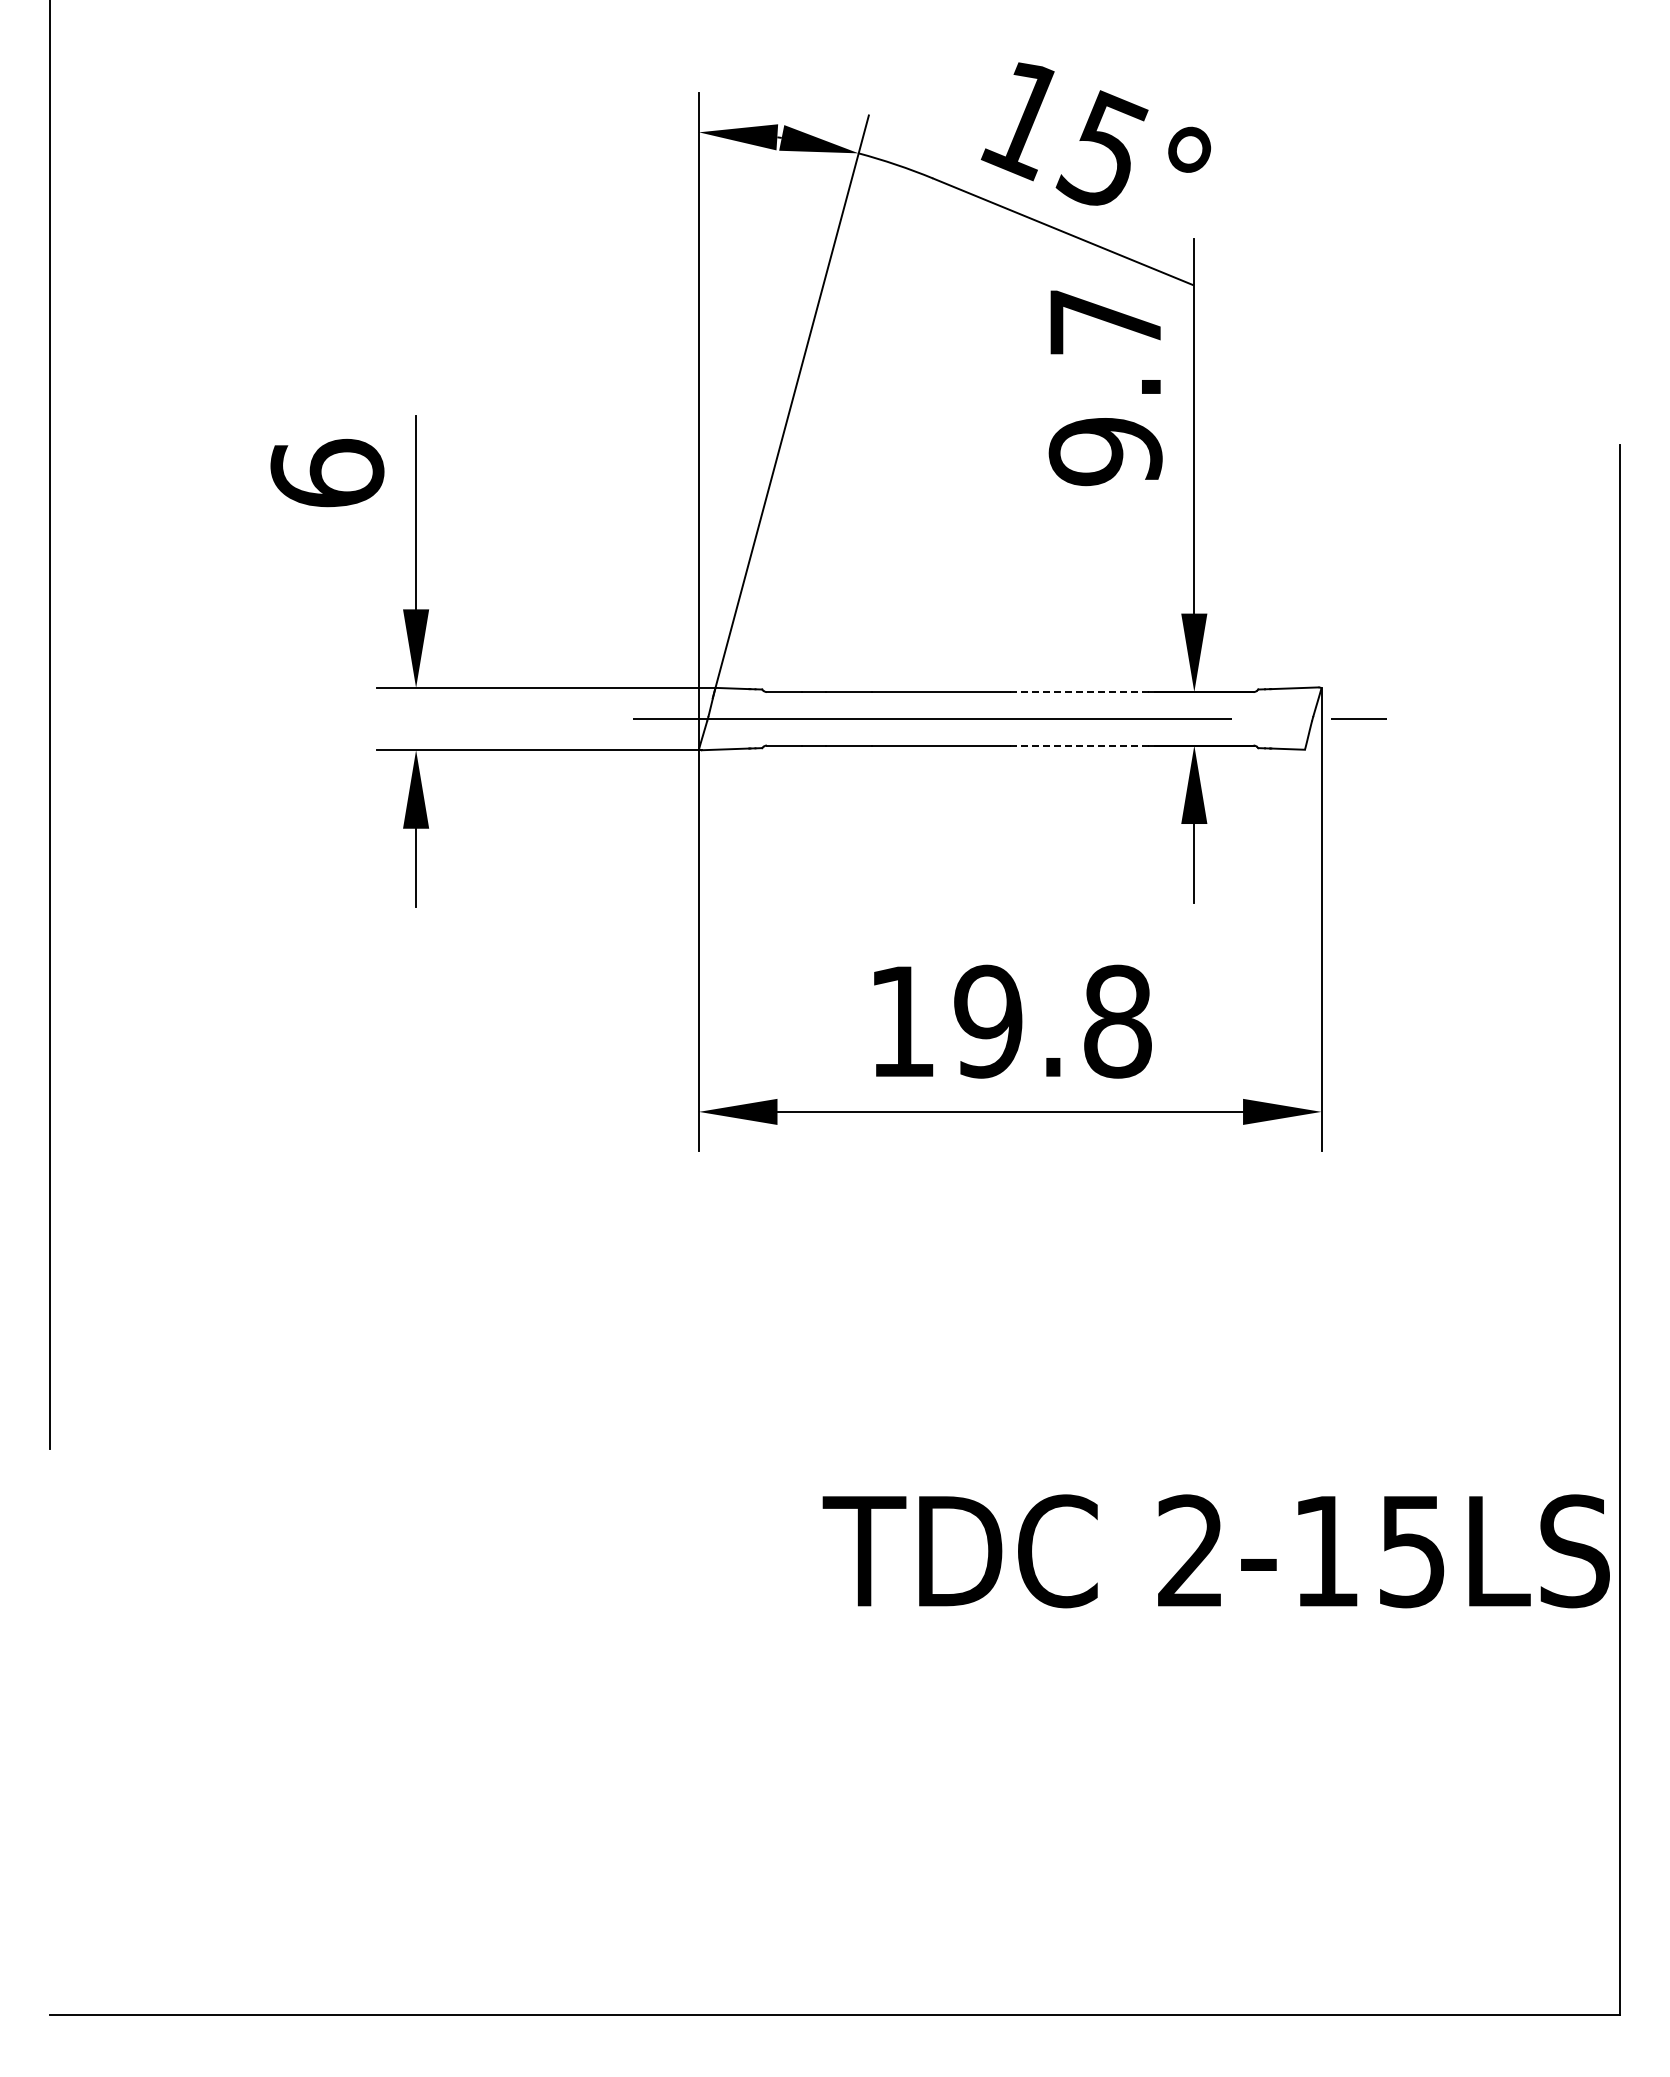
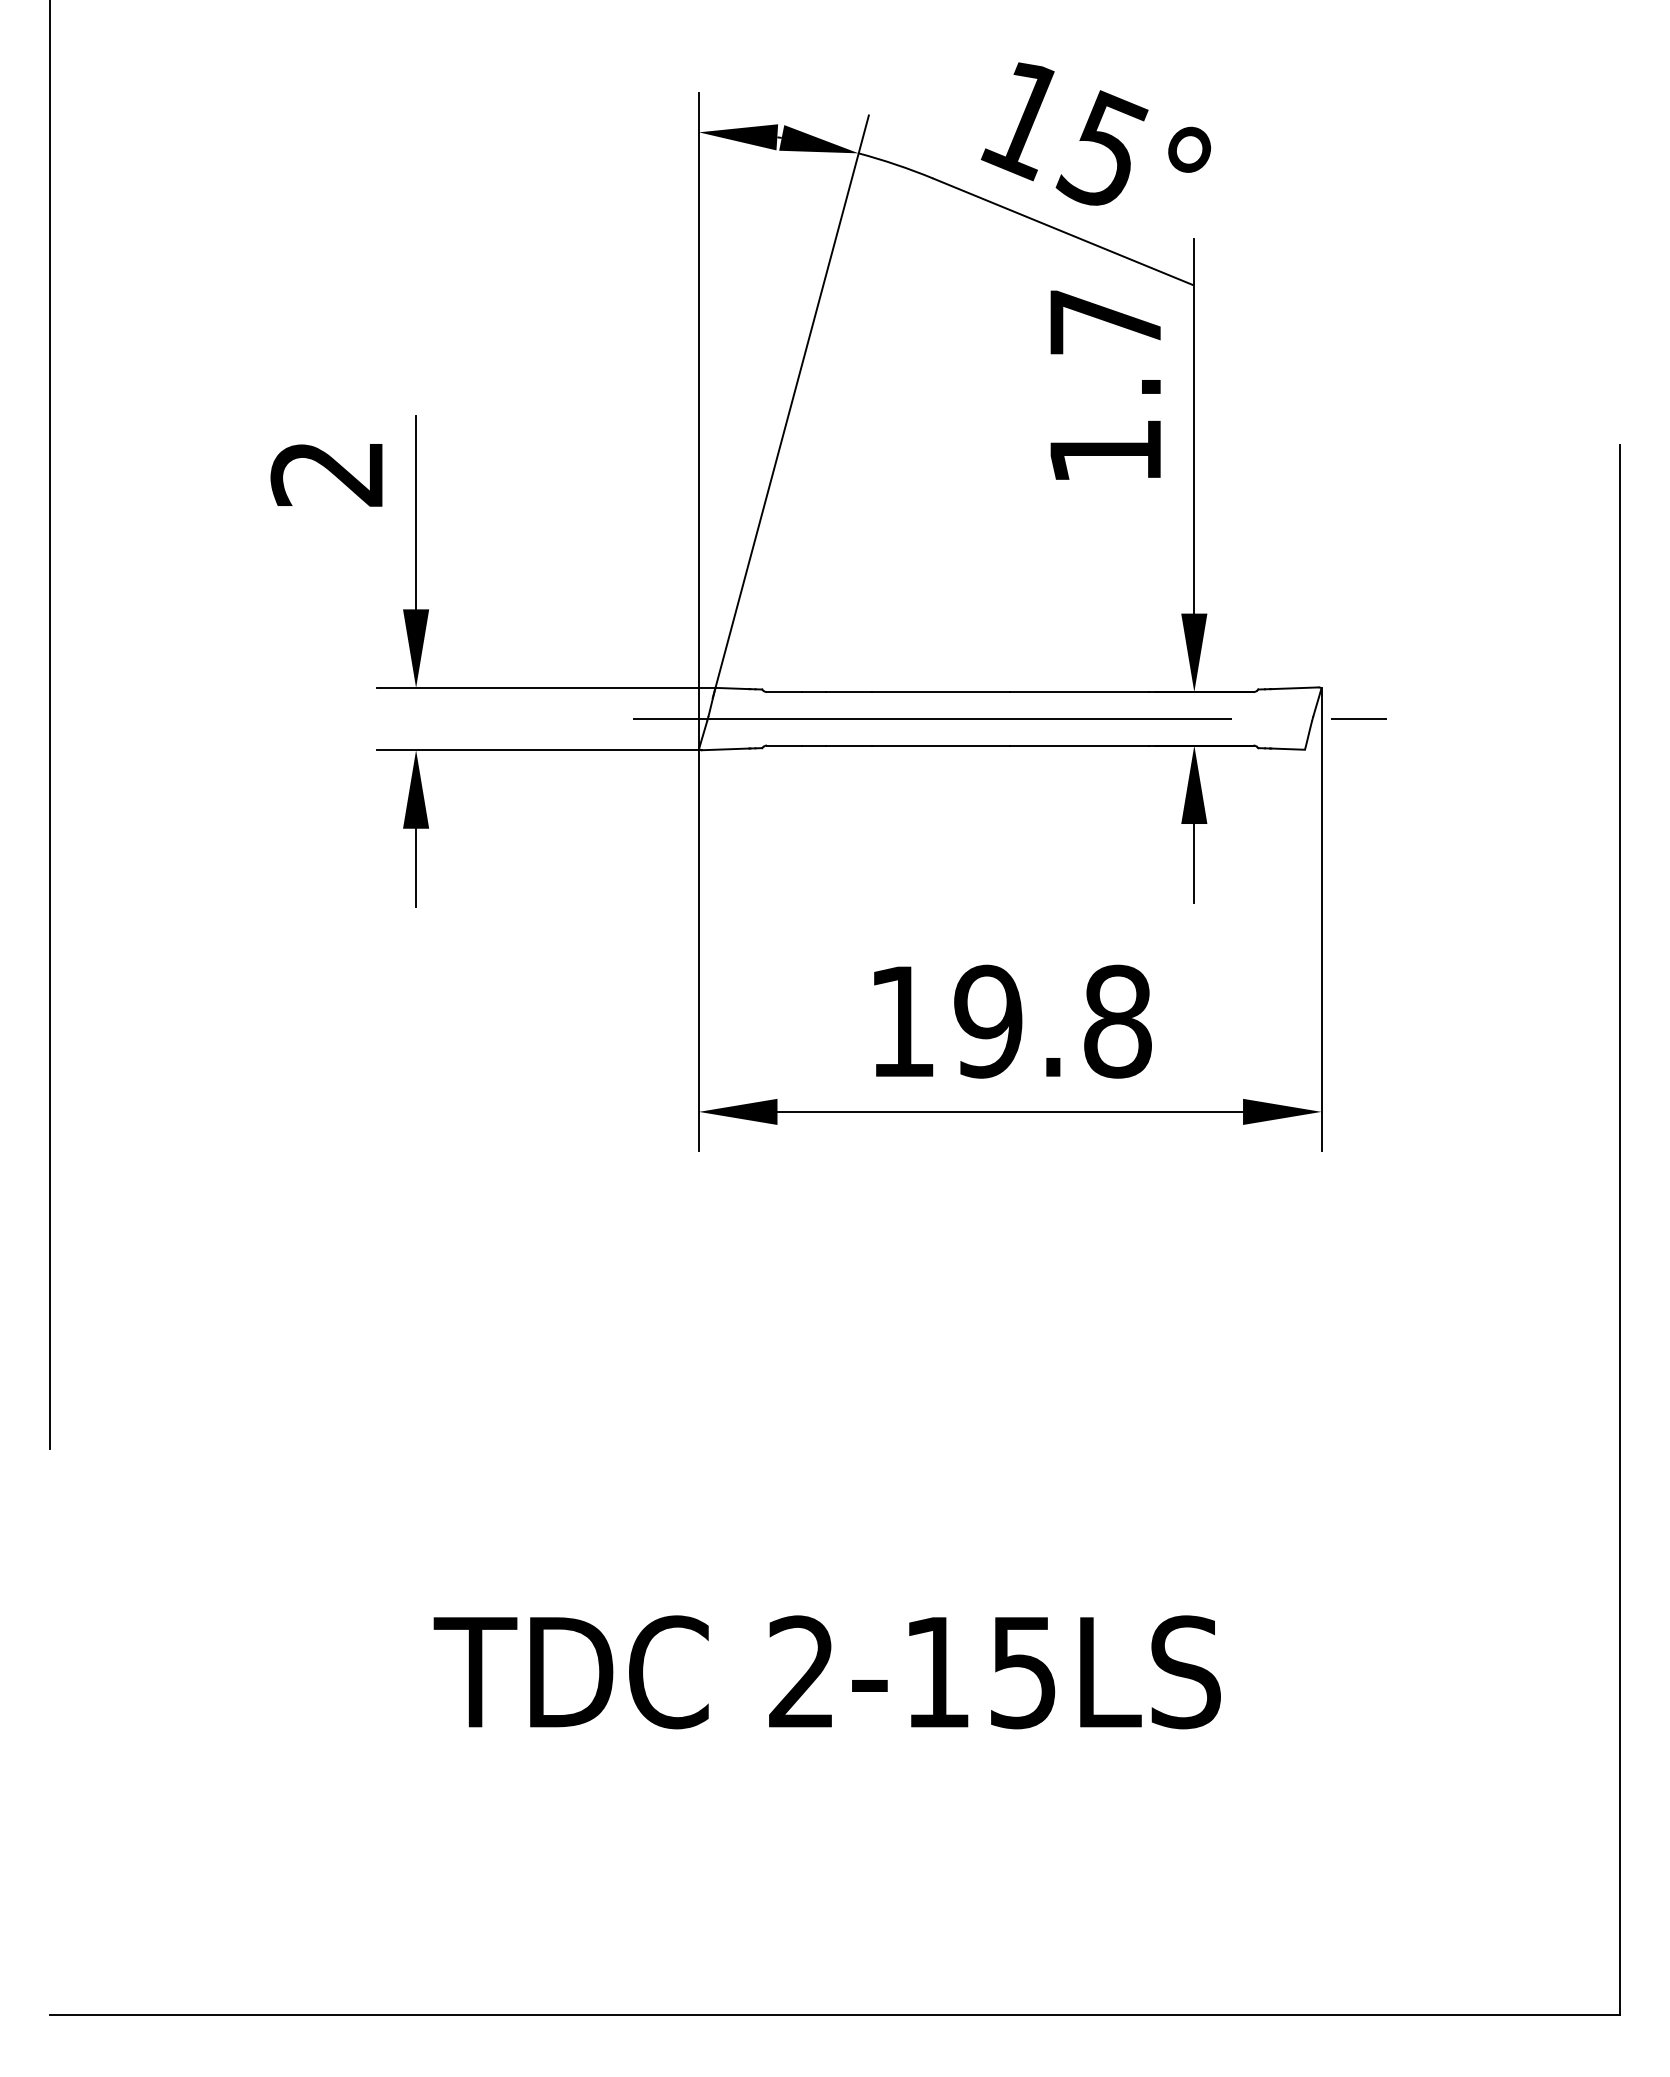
text at (1105, 452): 9.7 -> 1.7
text at (327, 472): 6 -> 2
line at (1079, 692): dashed -> solid
line at (1079, 745): dashed -> solid
text at (1215, 1551) position: (1215, 1551) -> (826, 1672)
